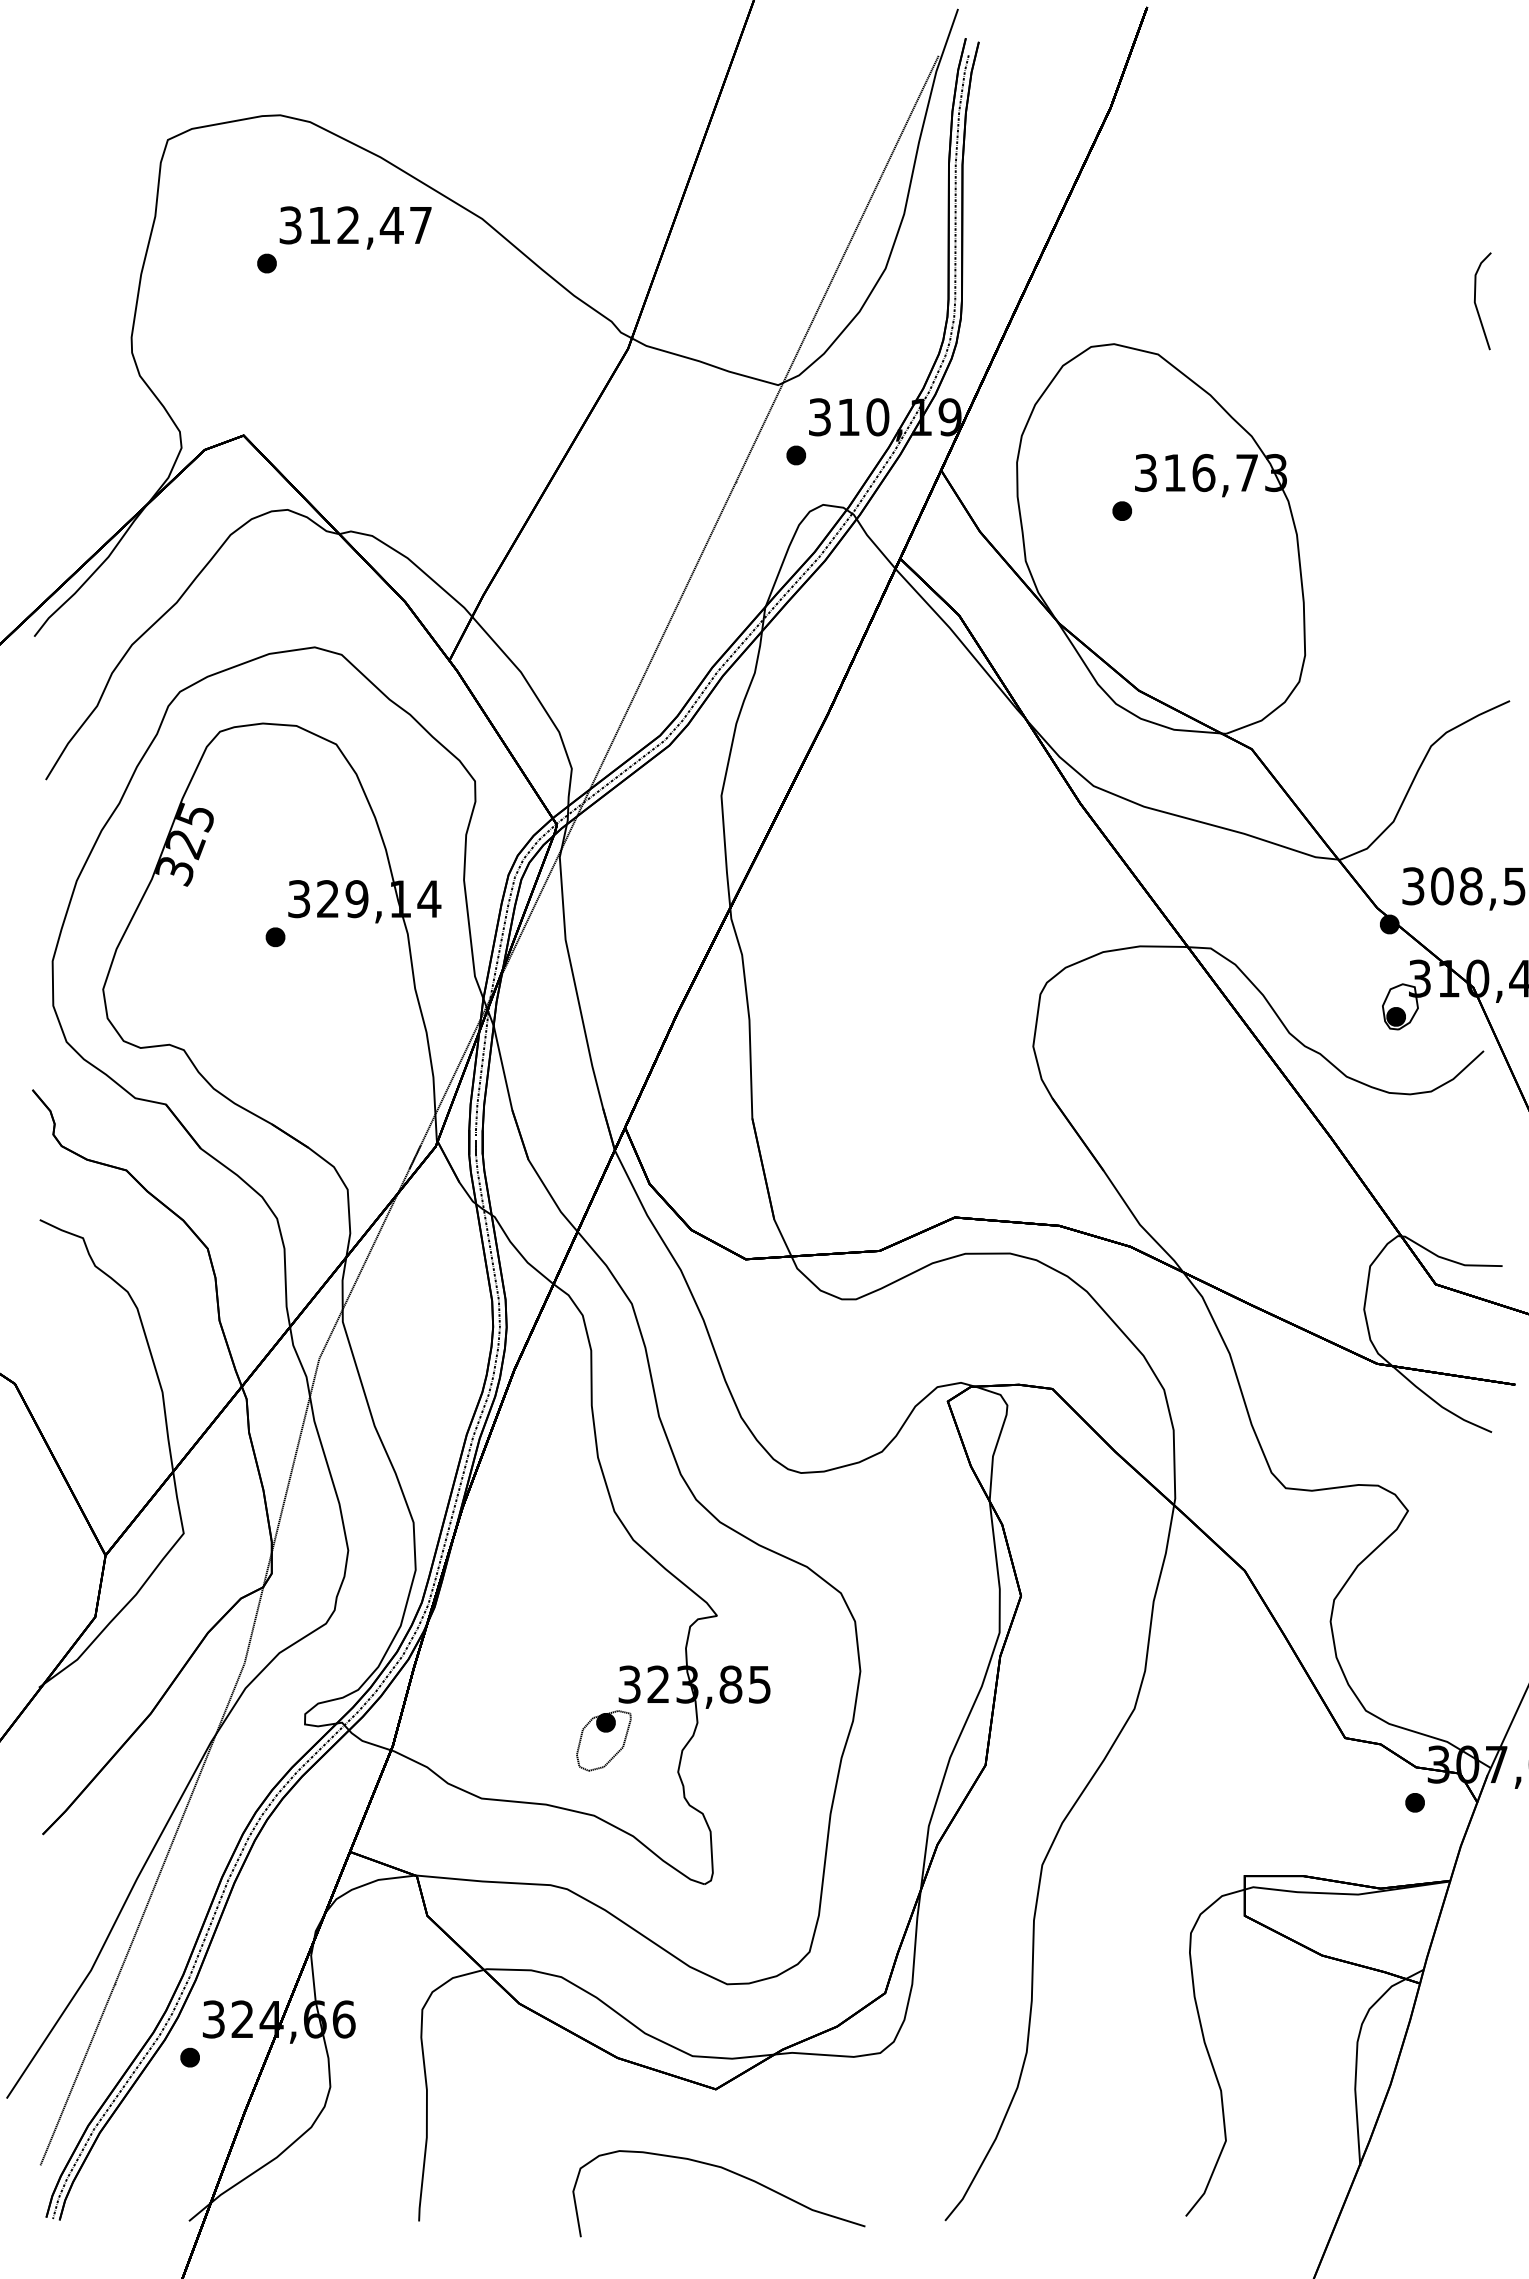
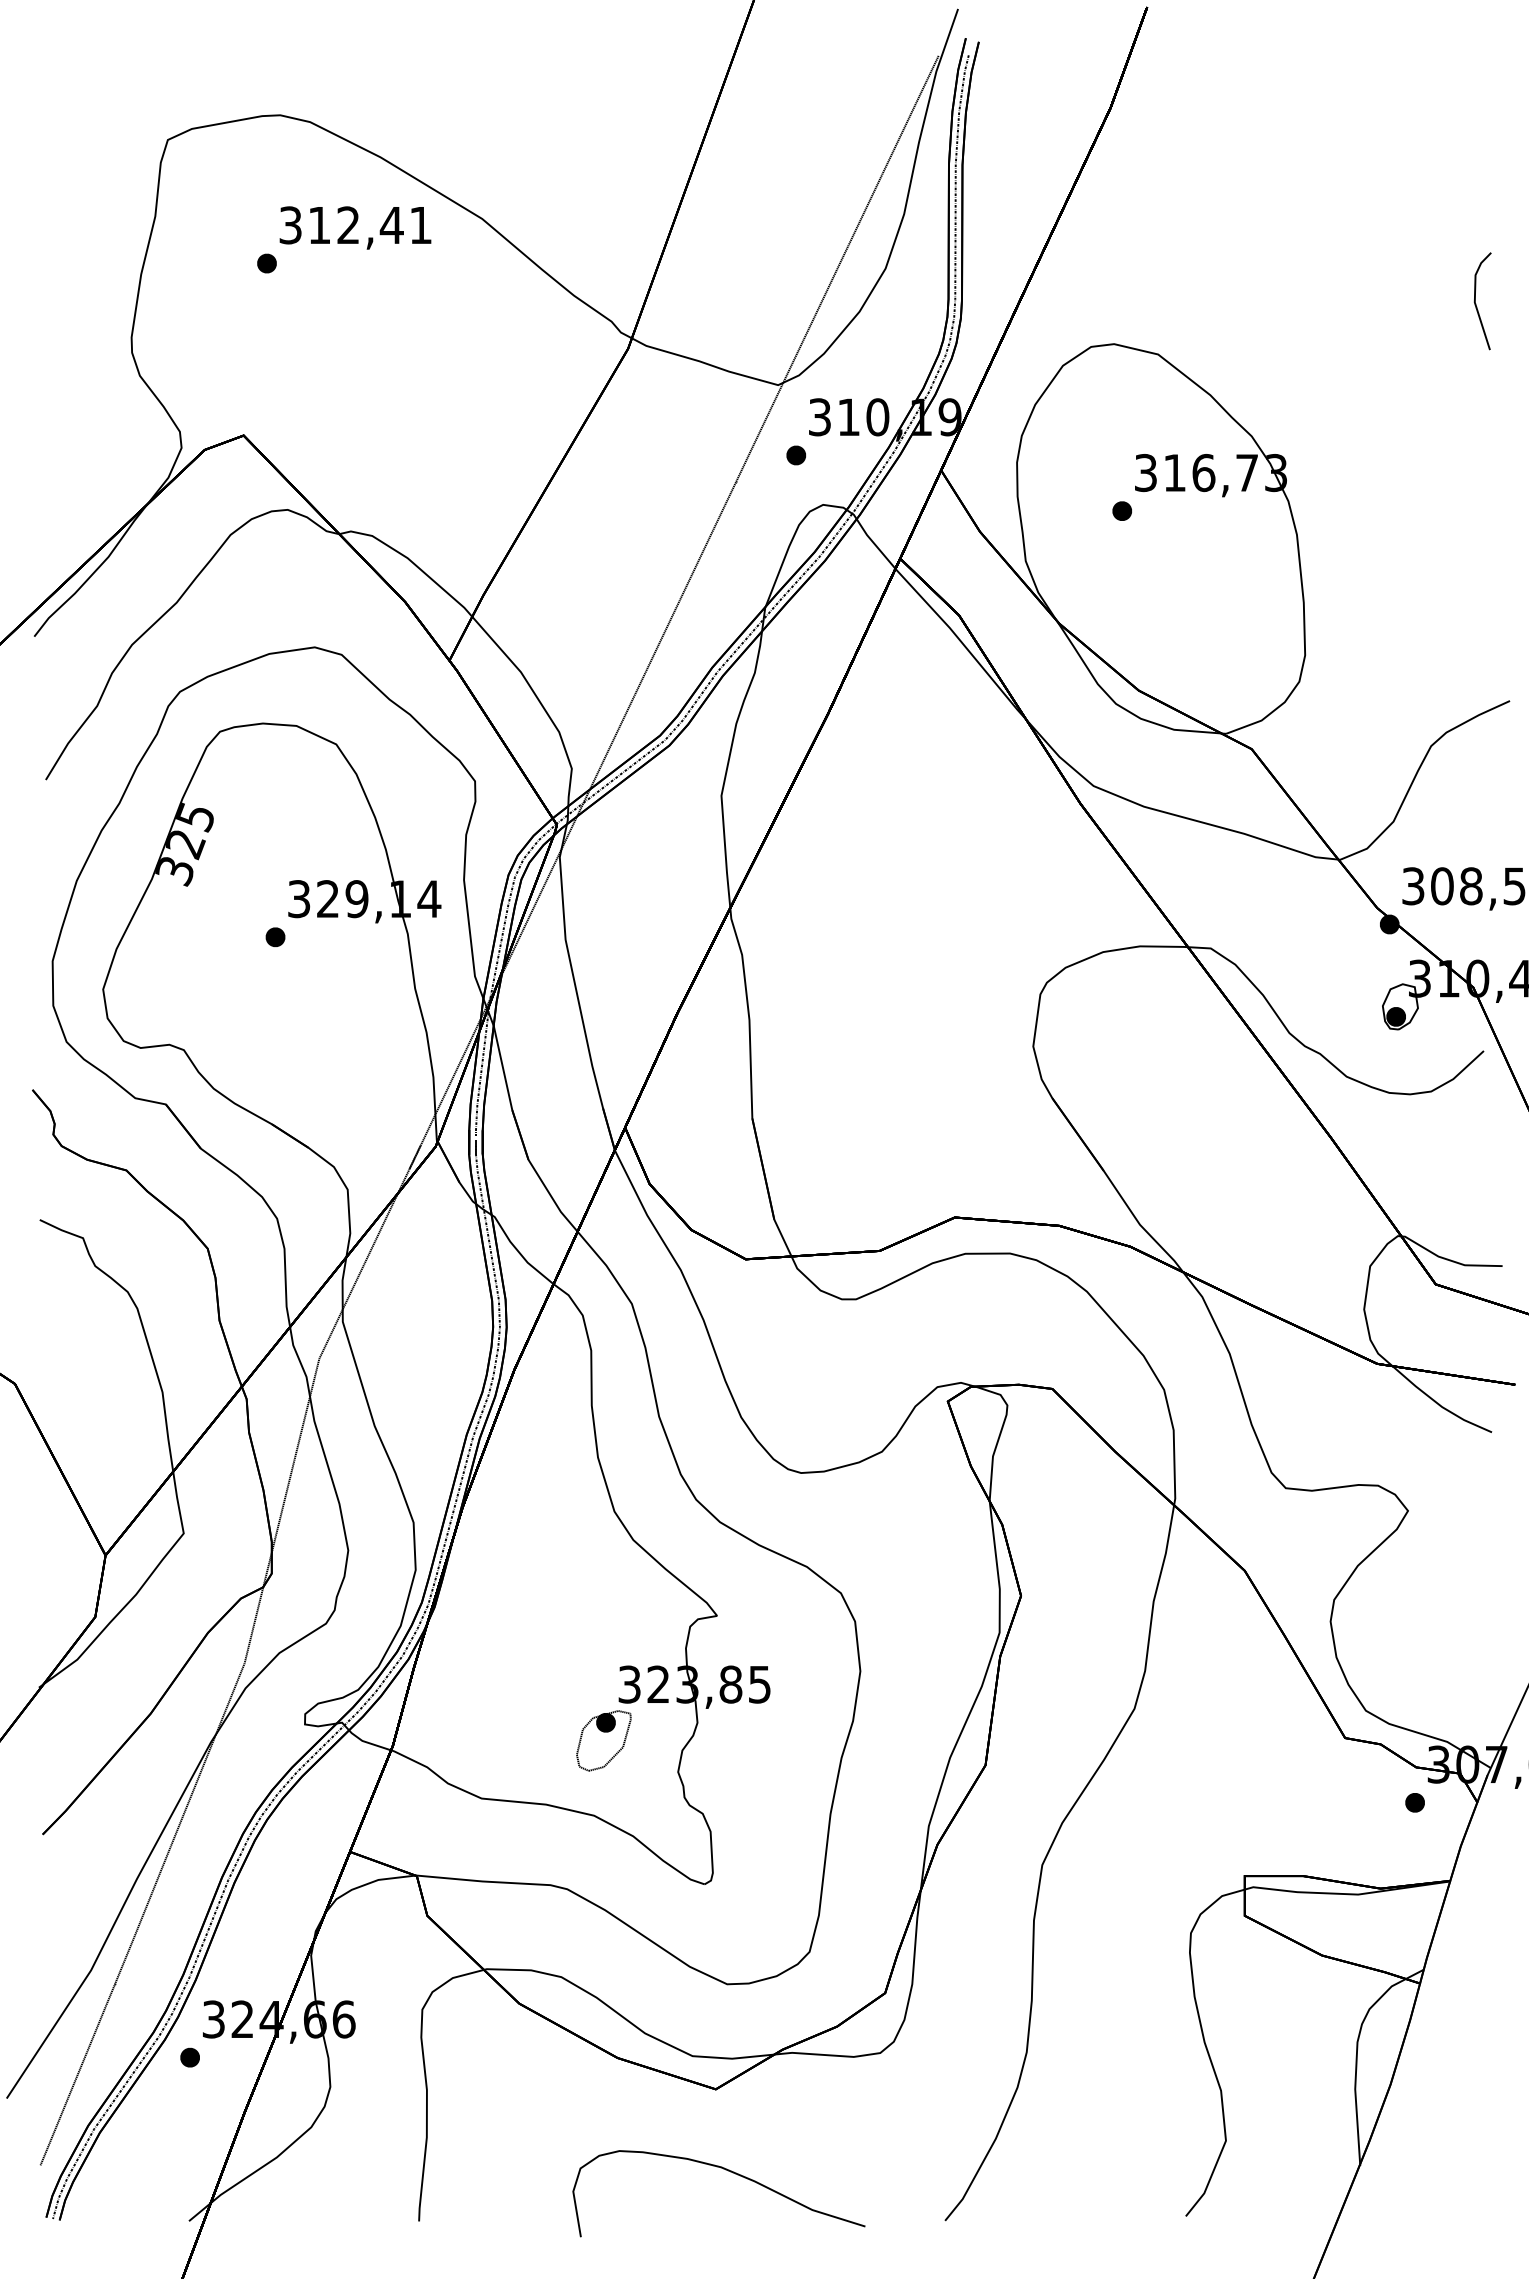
text at (420, 225): 312,47 -> 312,41
